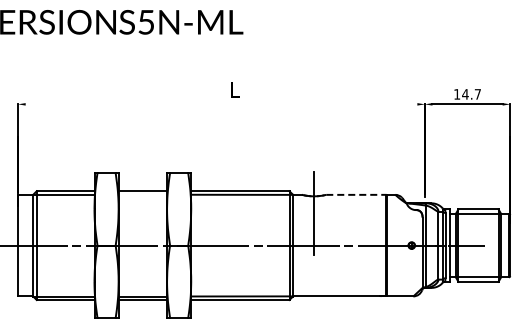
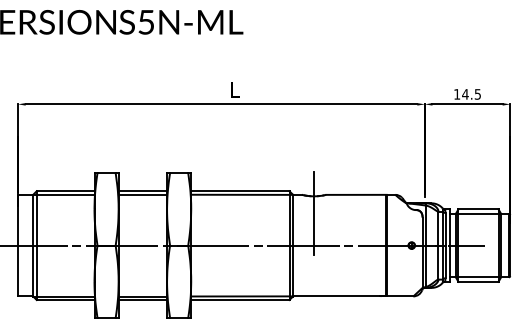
text at (477, 94): 14.7 -> 14.5
line at (221, 104): none -> present
line at (142, 194): none -> present
line at (356, 194): dashed -> solid
